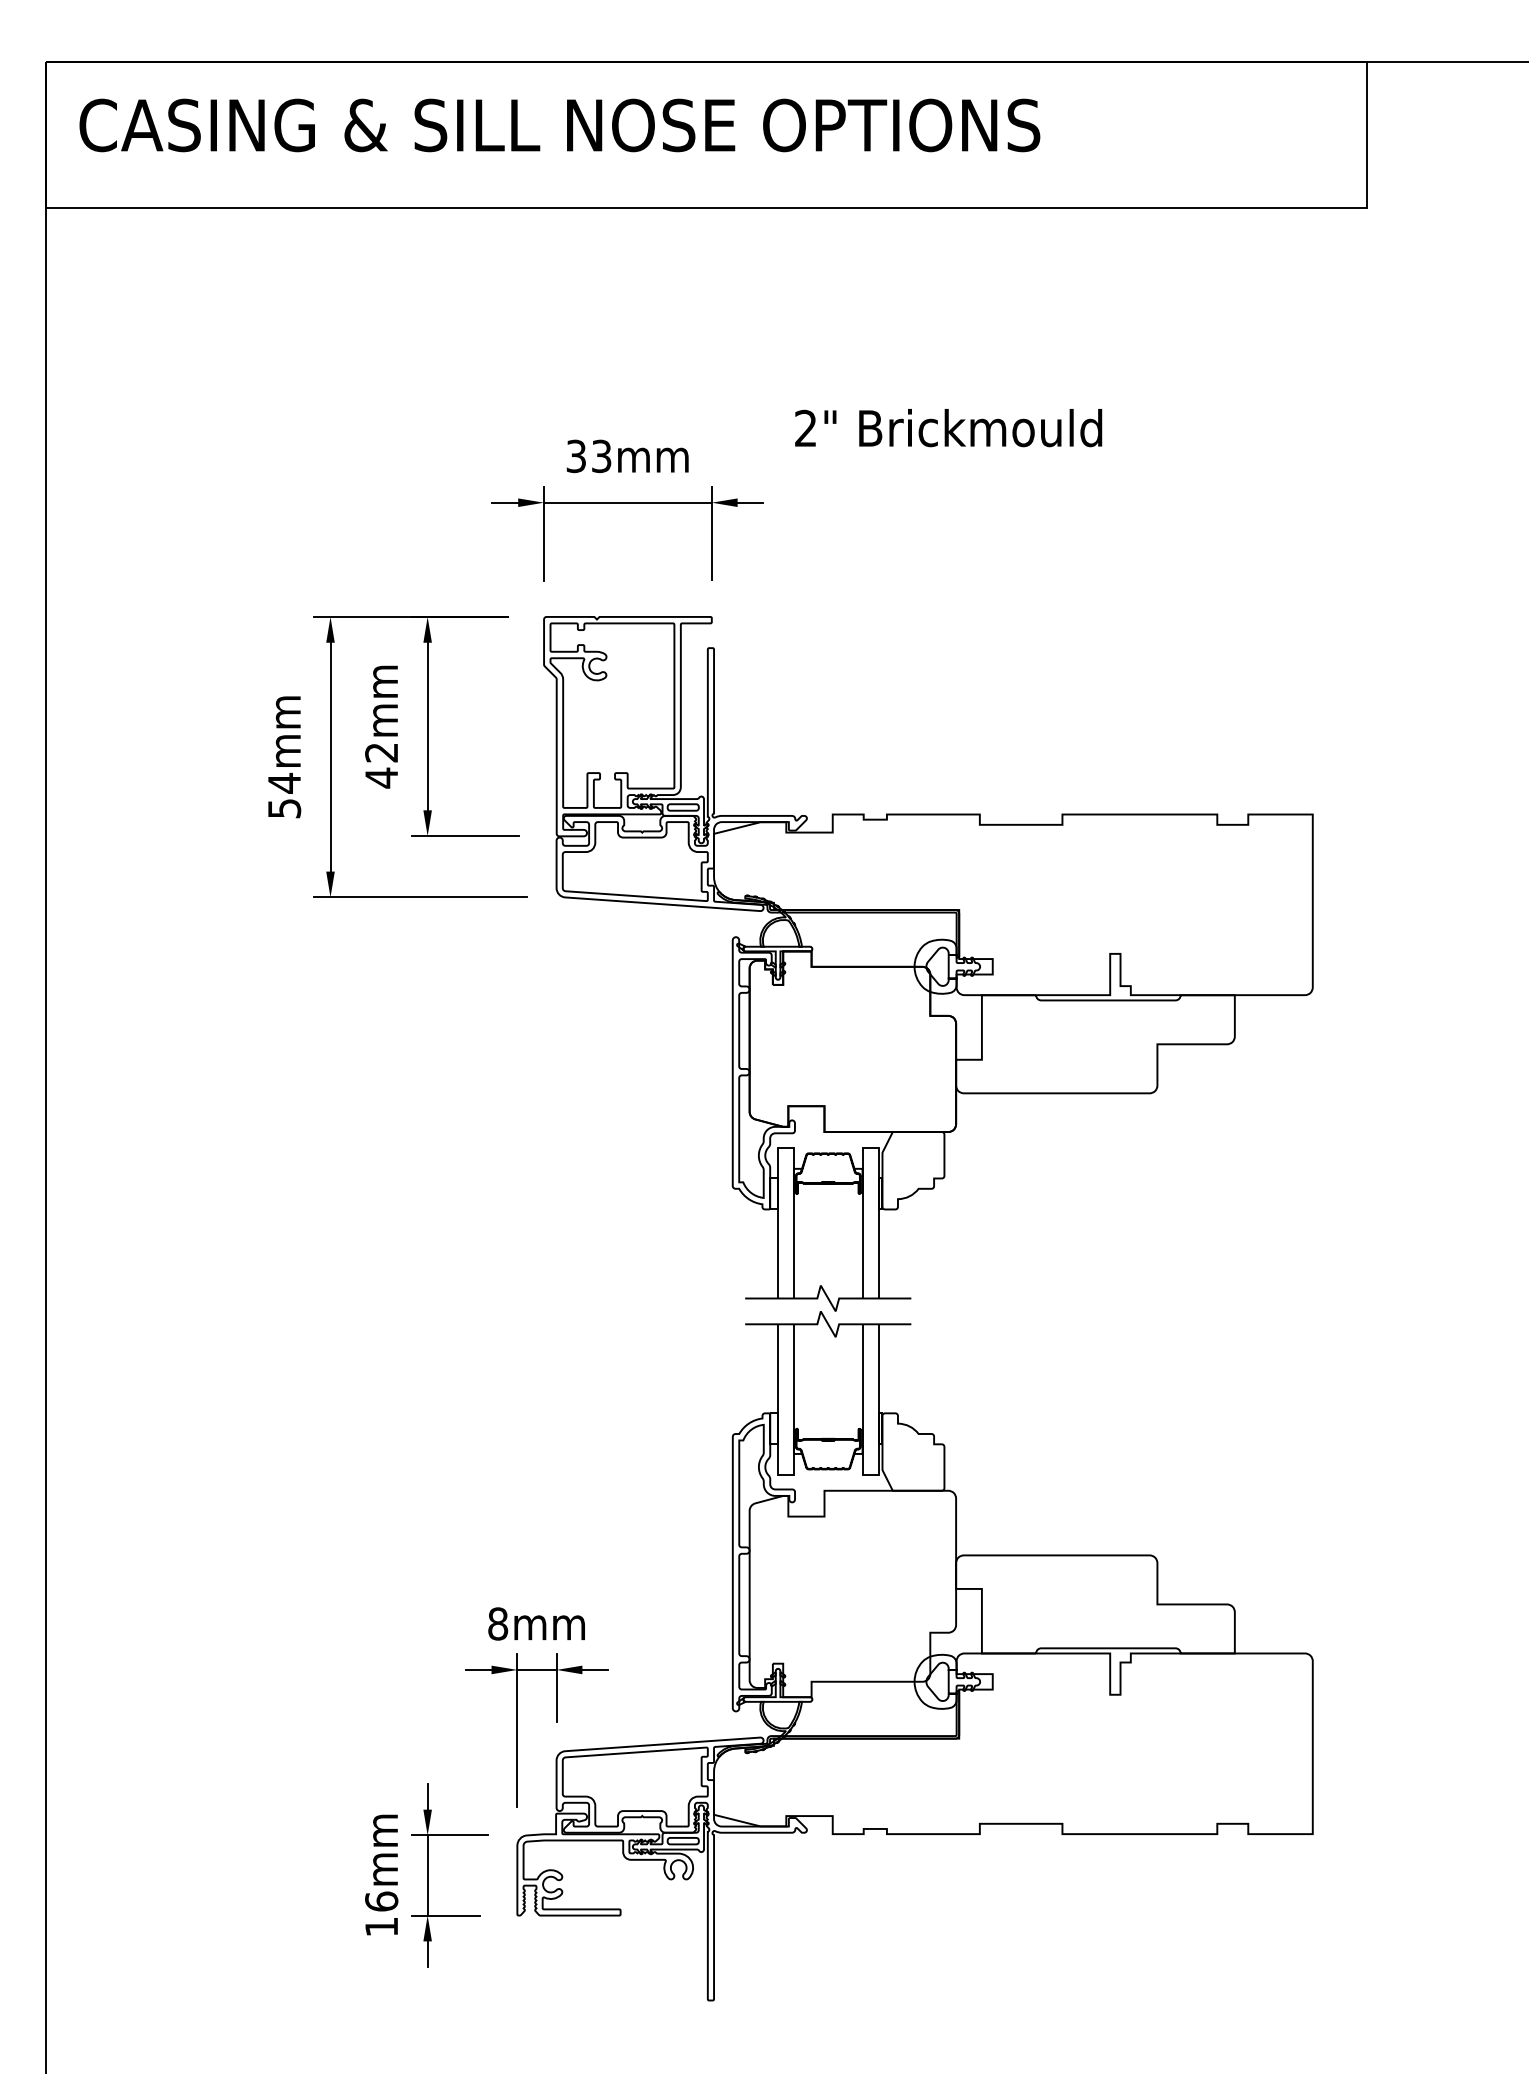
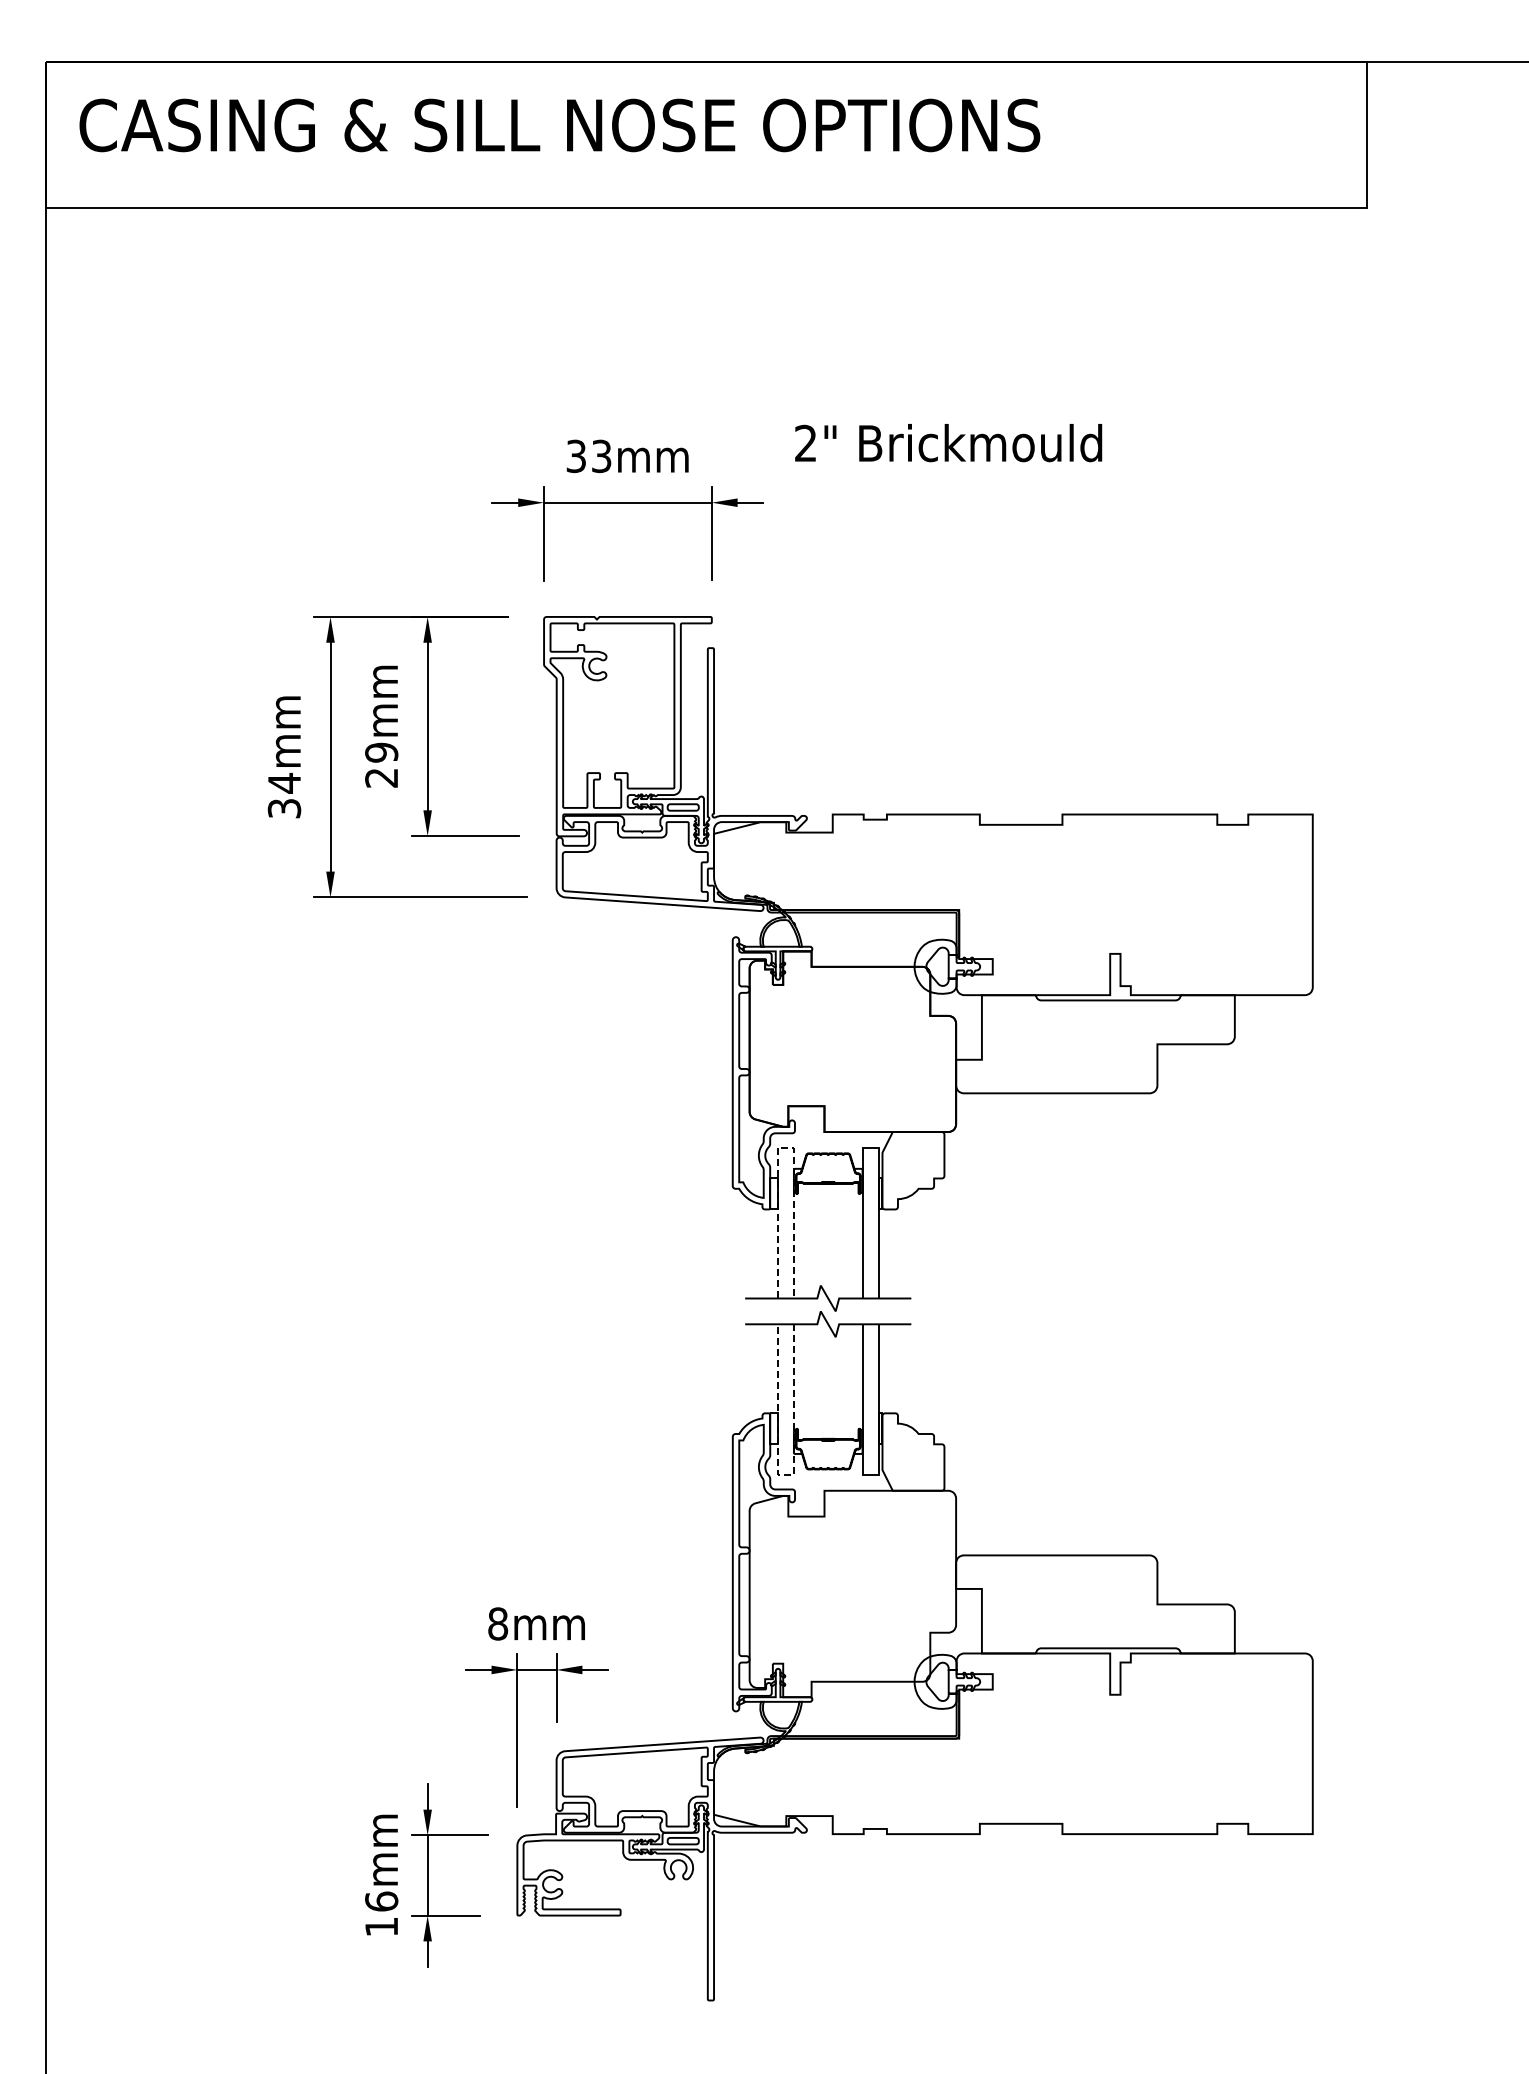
text at (948, 428) position: (948, 428) -> (948, 443)
text at (381, 765): 42mm -> 29mm
text at (283, 808): 54mm -> 34mm
line at (786, 1147): solid -> dashed
line at (785, 1475): solid -> dashed
